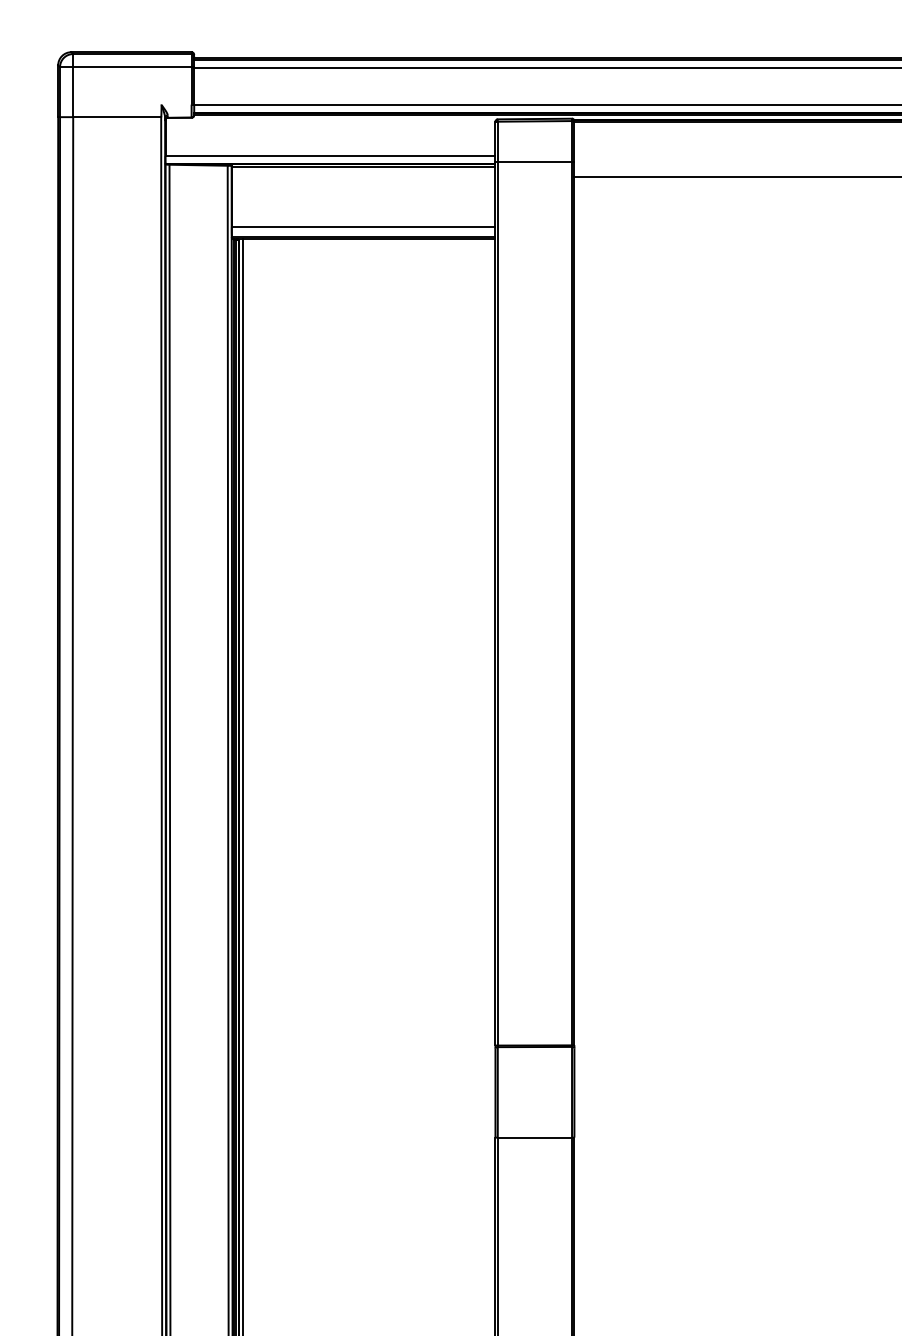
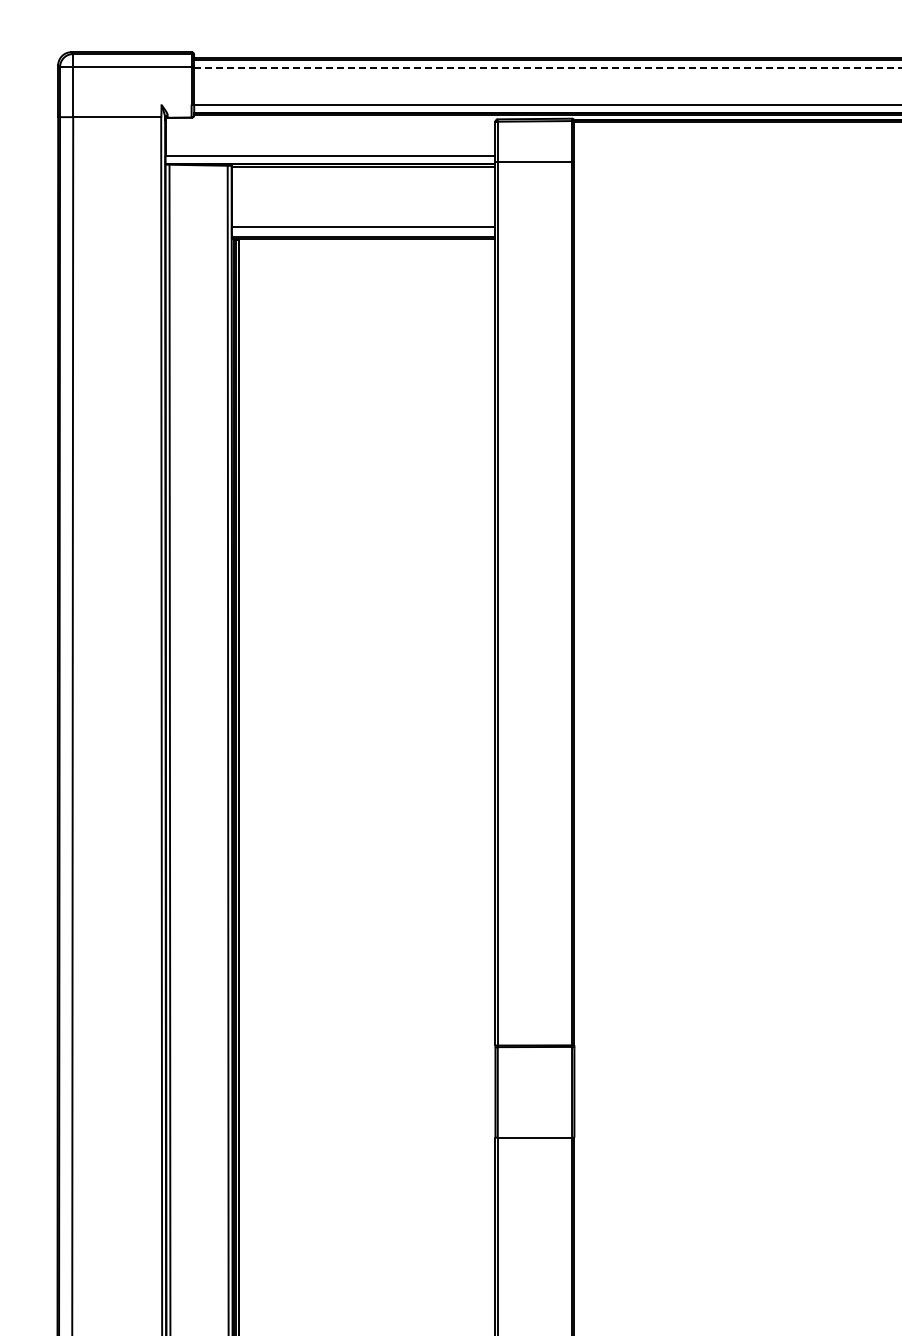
line at (548, 67): solid -> dashed
line at (736, 176): present -> none
line at (243, 785): present -> none
